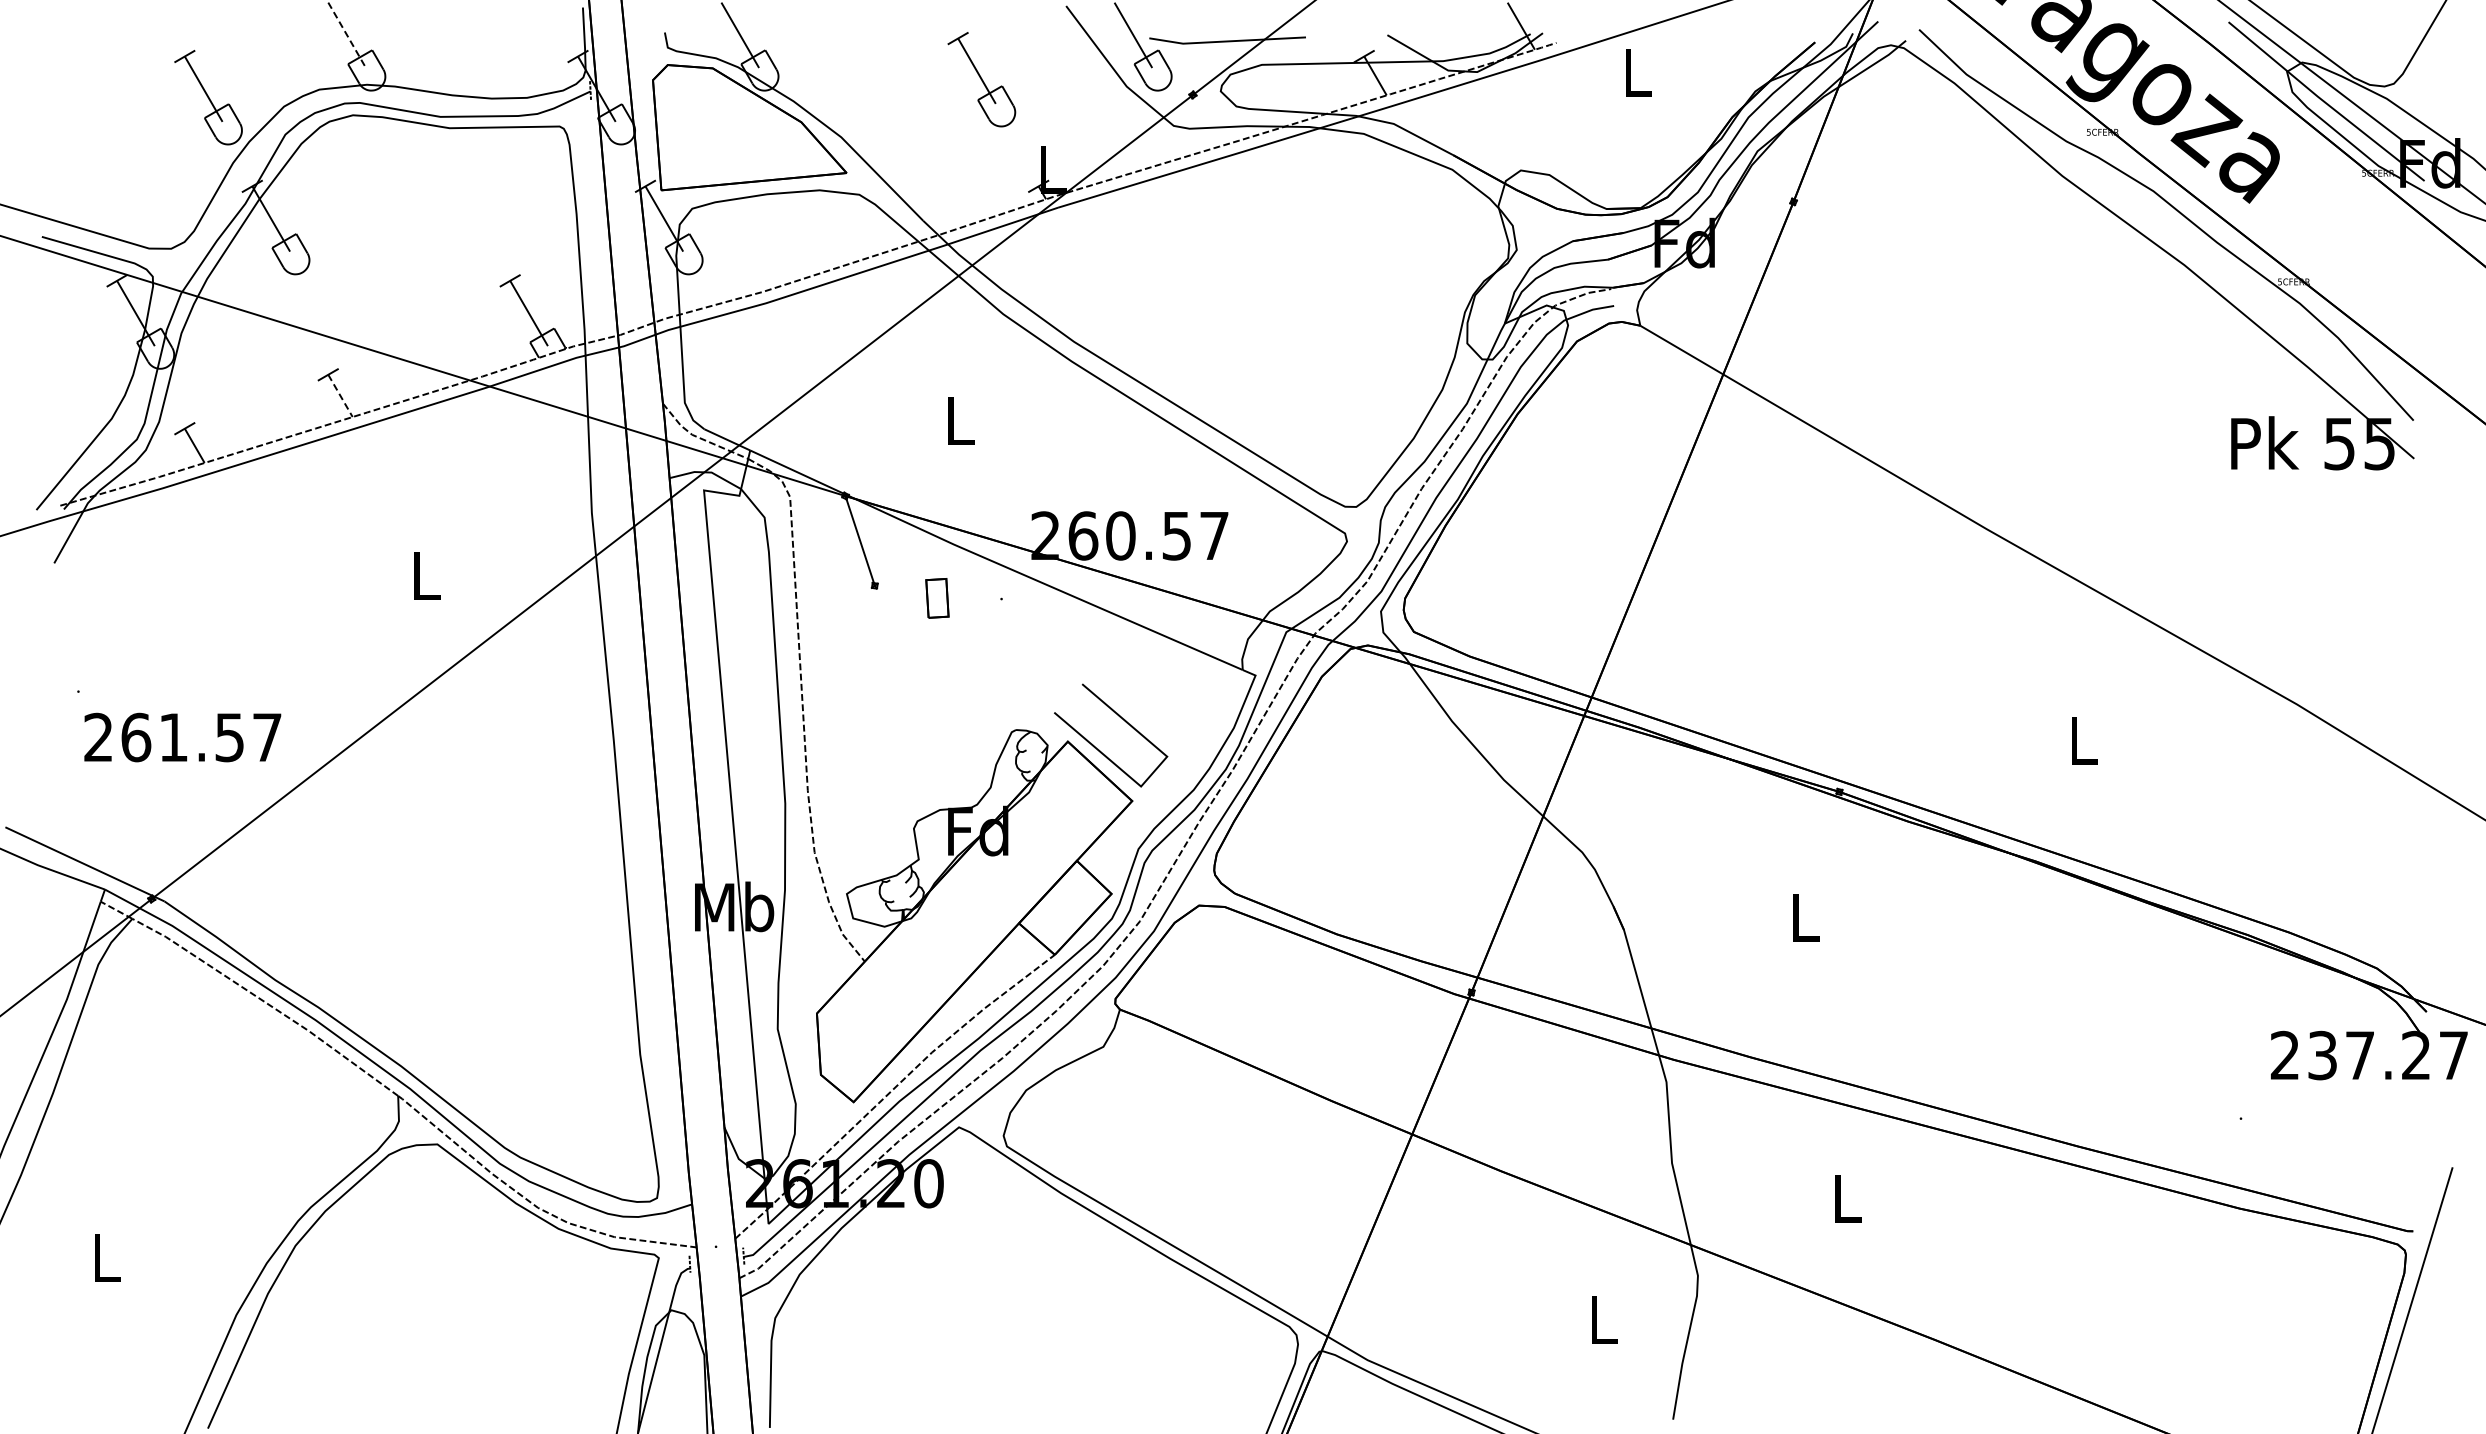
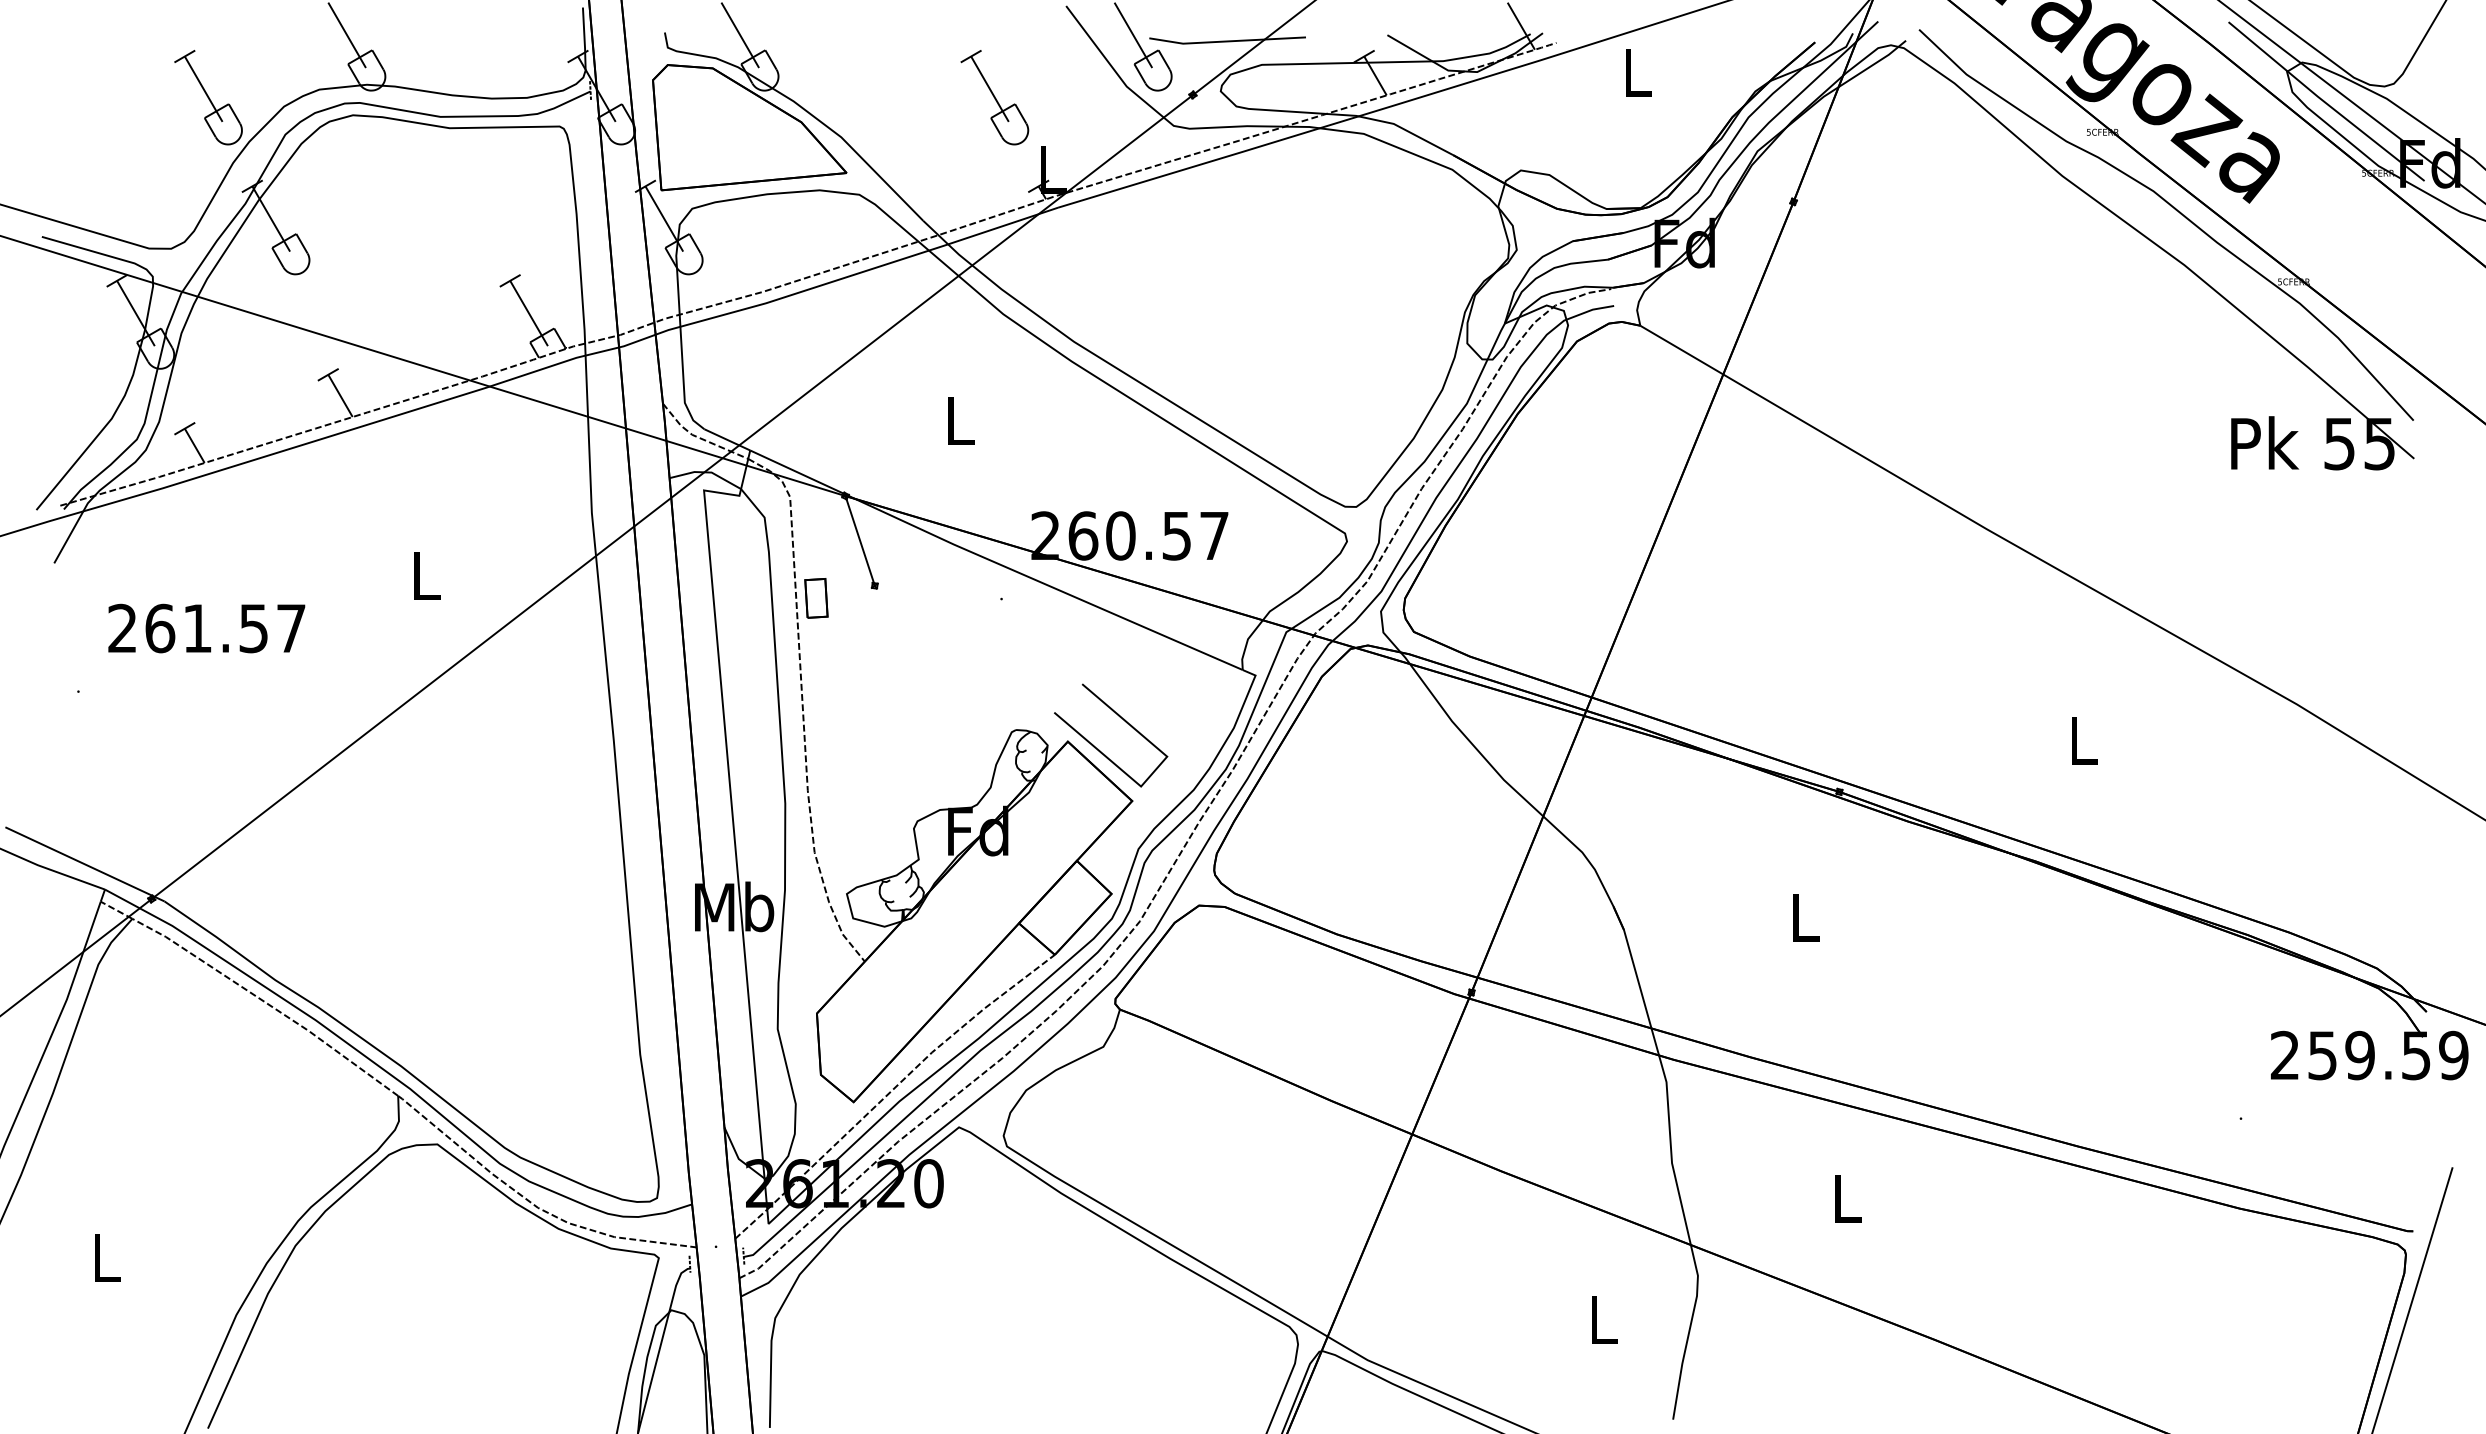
line at (347, 35): dashed -> solid
part at (981, 79) position: (981, 79) -> (994, 97)
line at (340, 396): dashed -> solid
part at (937, 598) position: (937, 598) -> (816, 598)
text at (182, 737) position: (182, 737) -> (206, 628)
text at (2388, 1055): 237.27 -> 259.59
